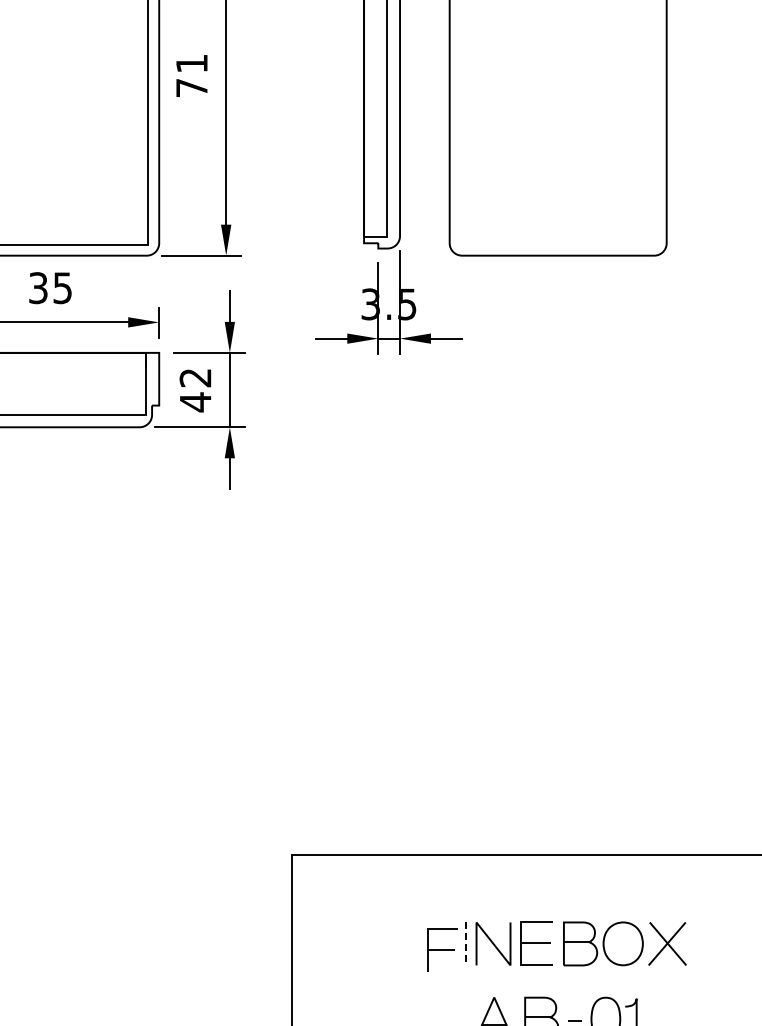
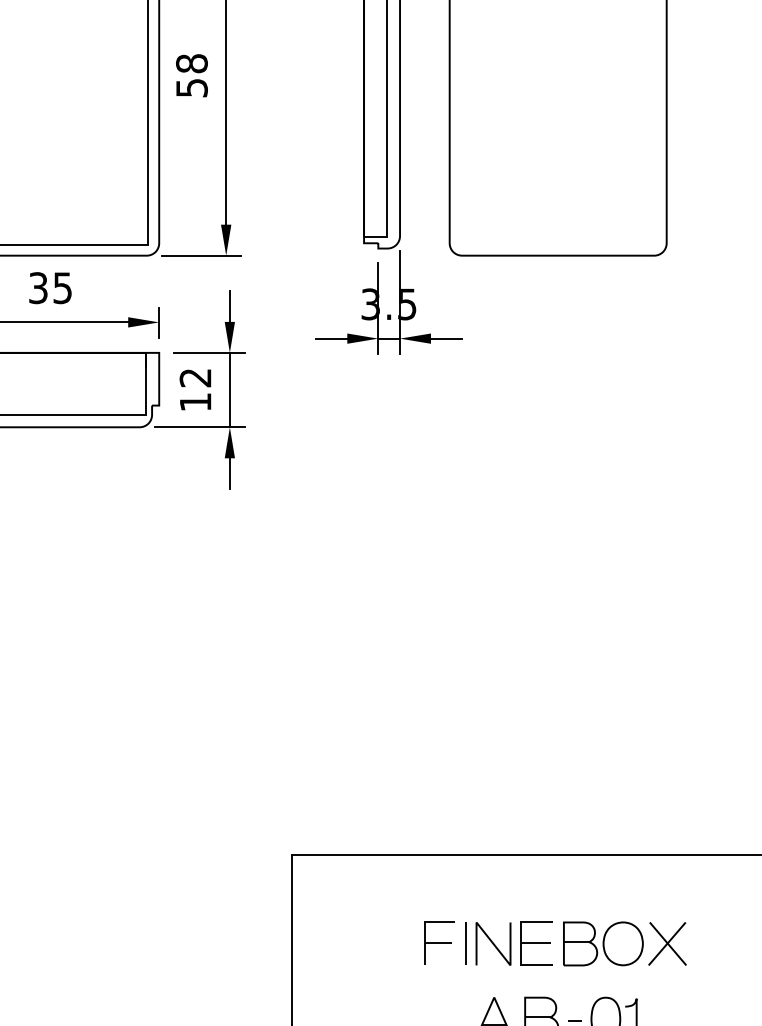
text at (191, 75): 71 -> 58
text at (195, 402): 42 -> 12
line at (465, 944): dashed -> solid
part at (442, 949) position: (442, 949) -> (439, 942)
